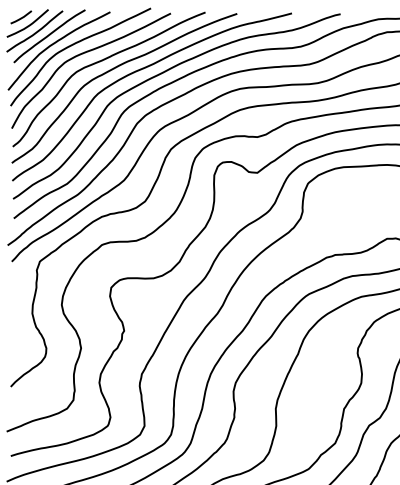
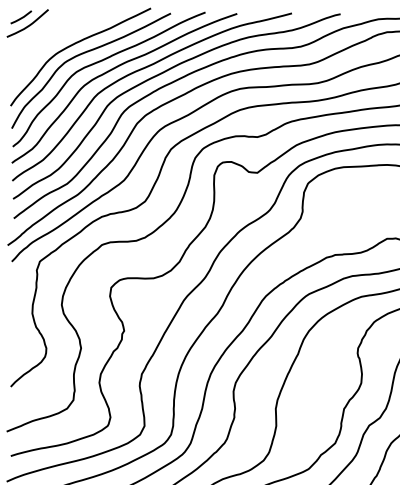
part at (54, 44): present -> none
